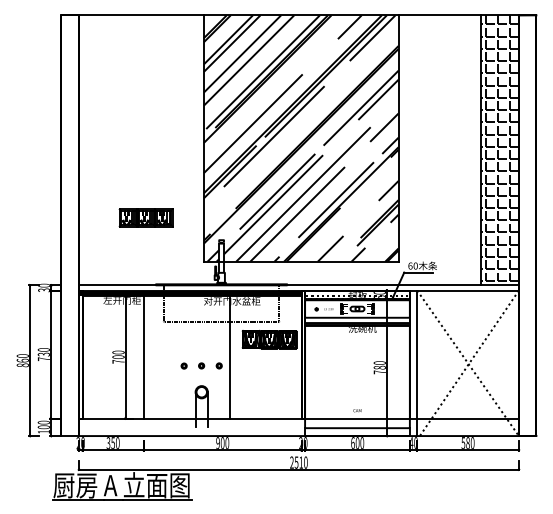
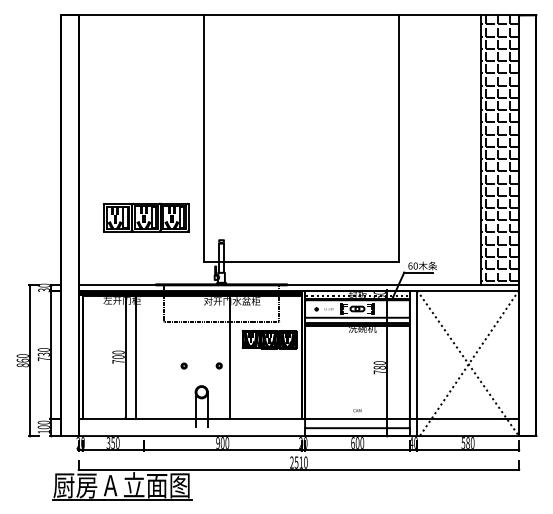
hatch at (300, 138): present -> none
part at (145, 217) size: 56x20 px -> 87x31 px
line at (143, 356) position: (143, 356) -> (135, 356)
part at (201, 365): present -> none
